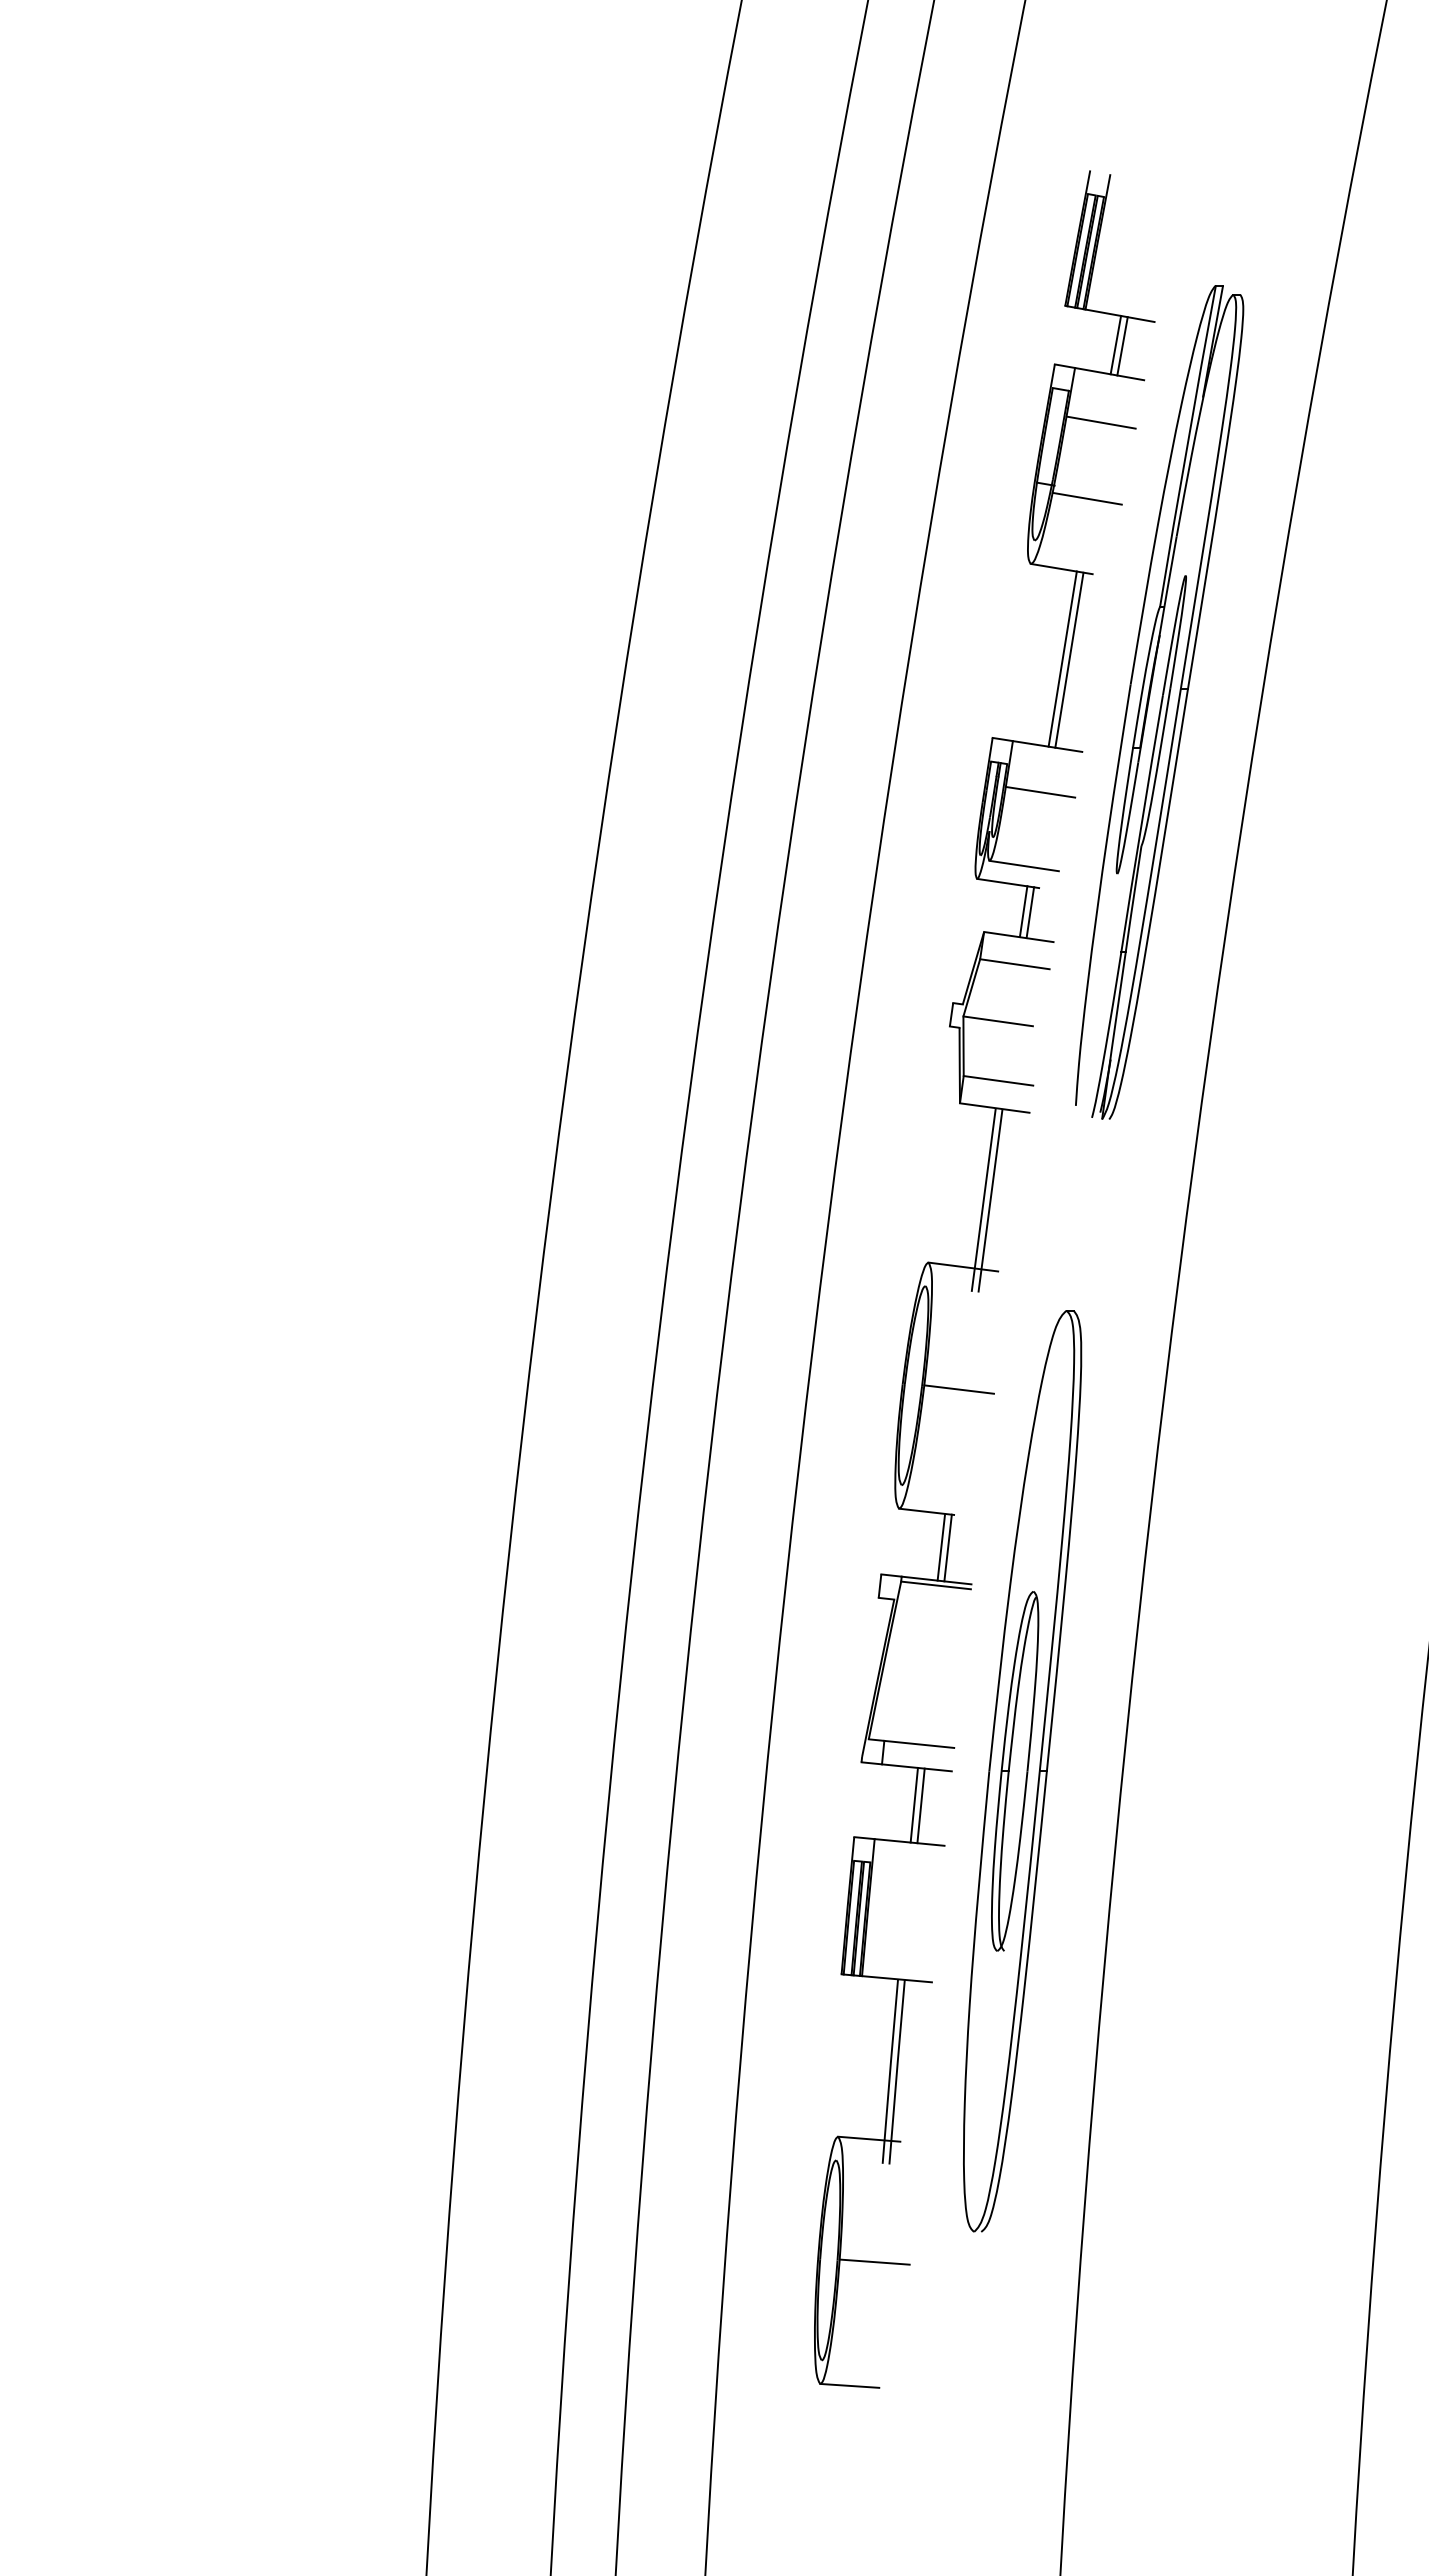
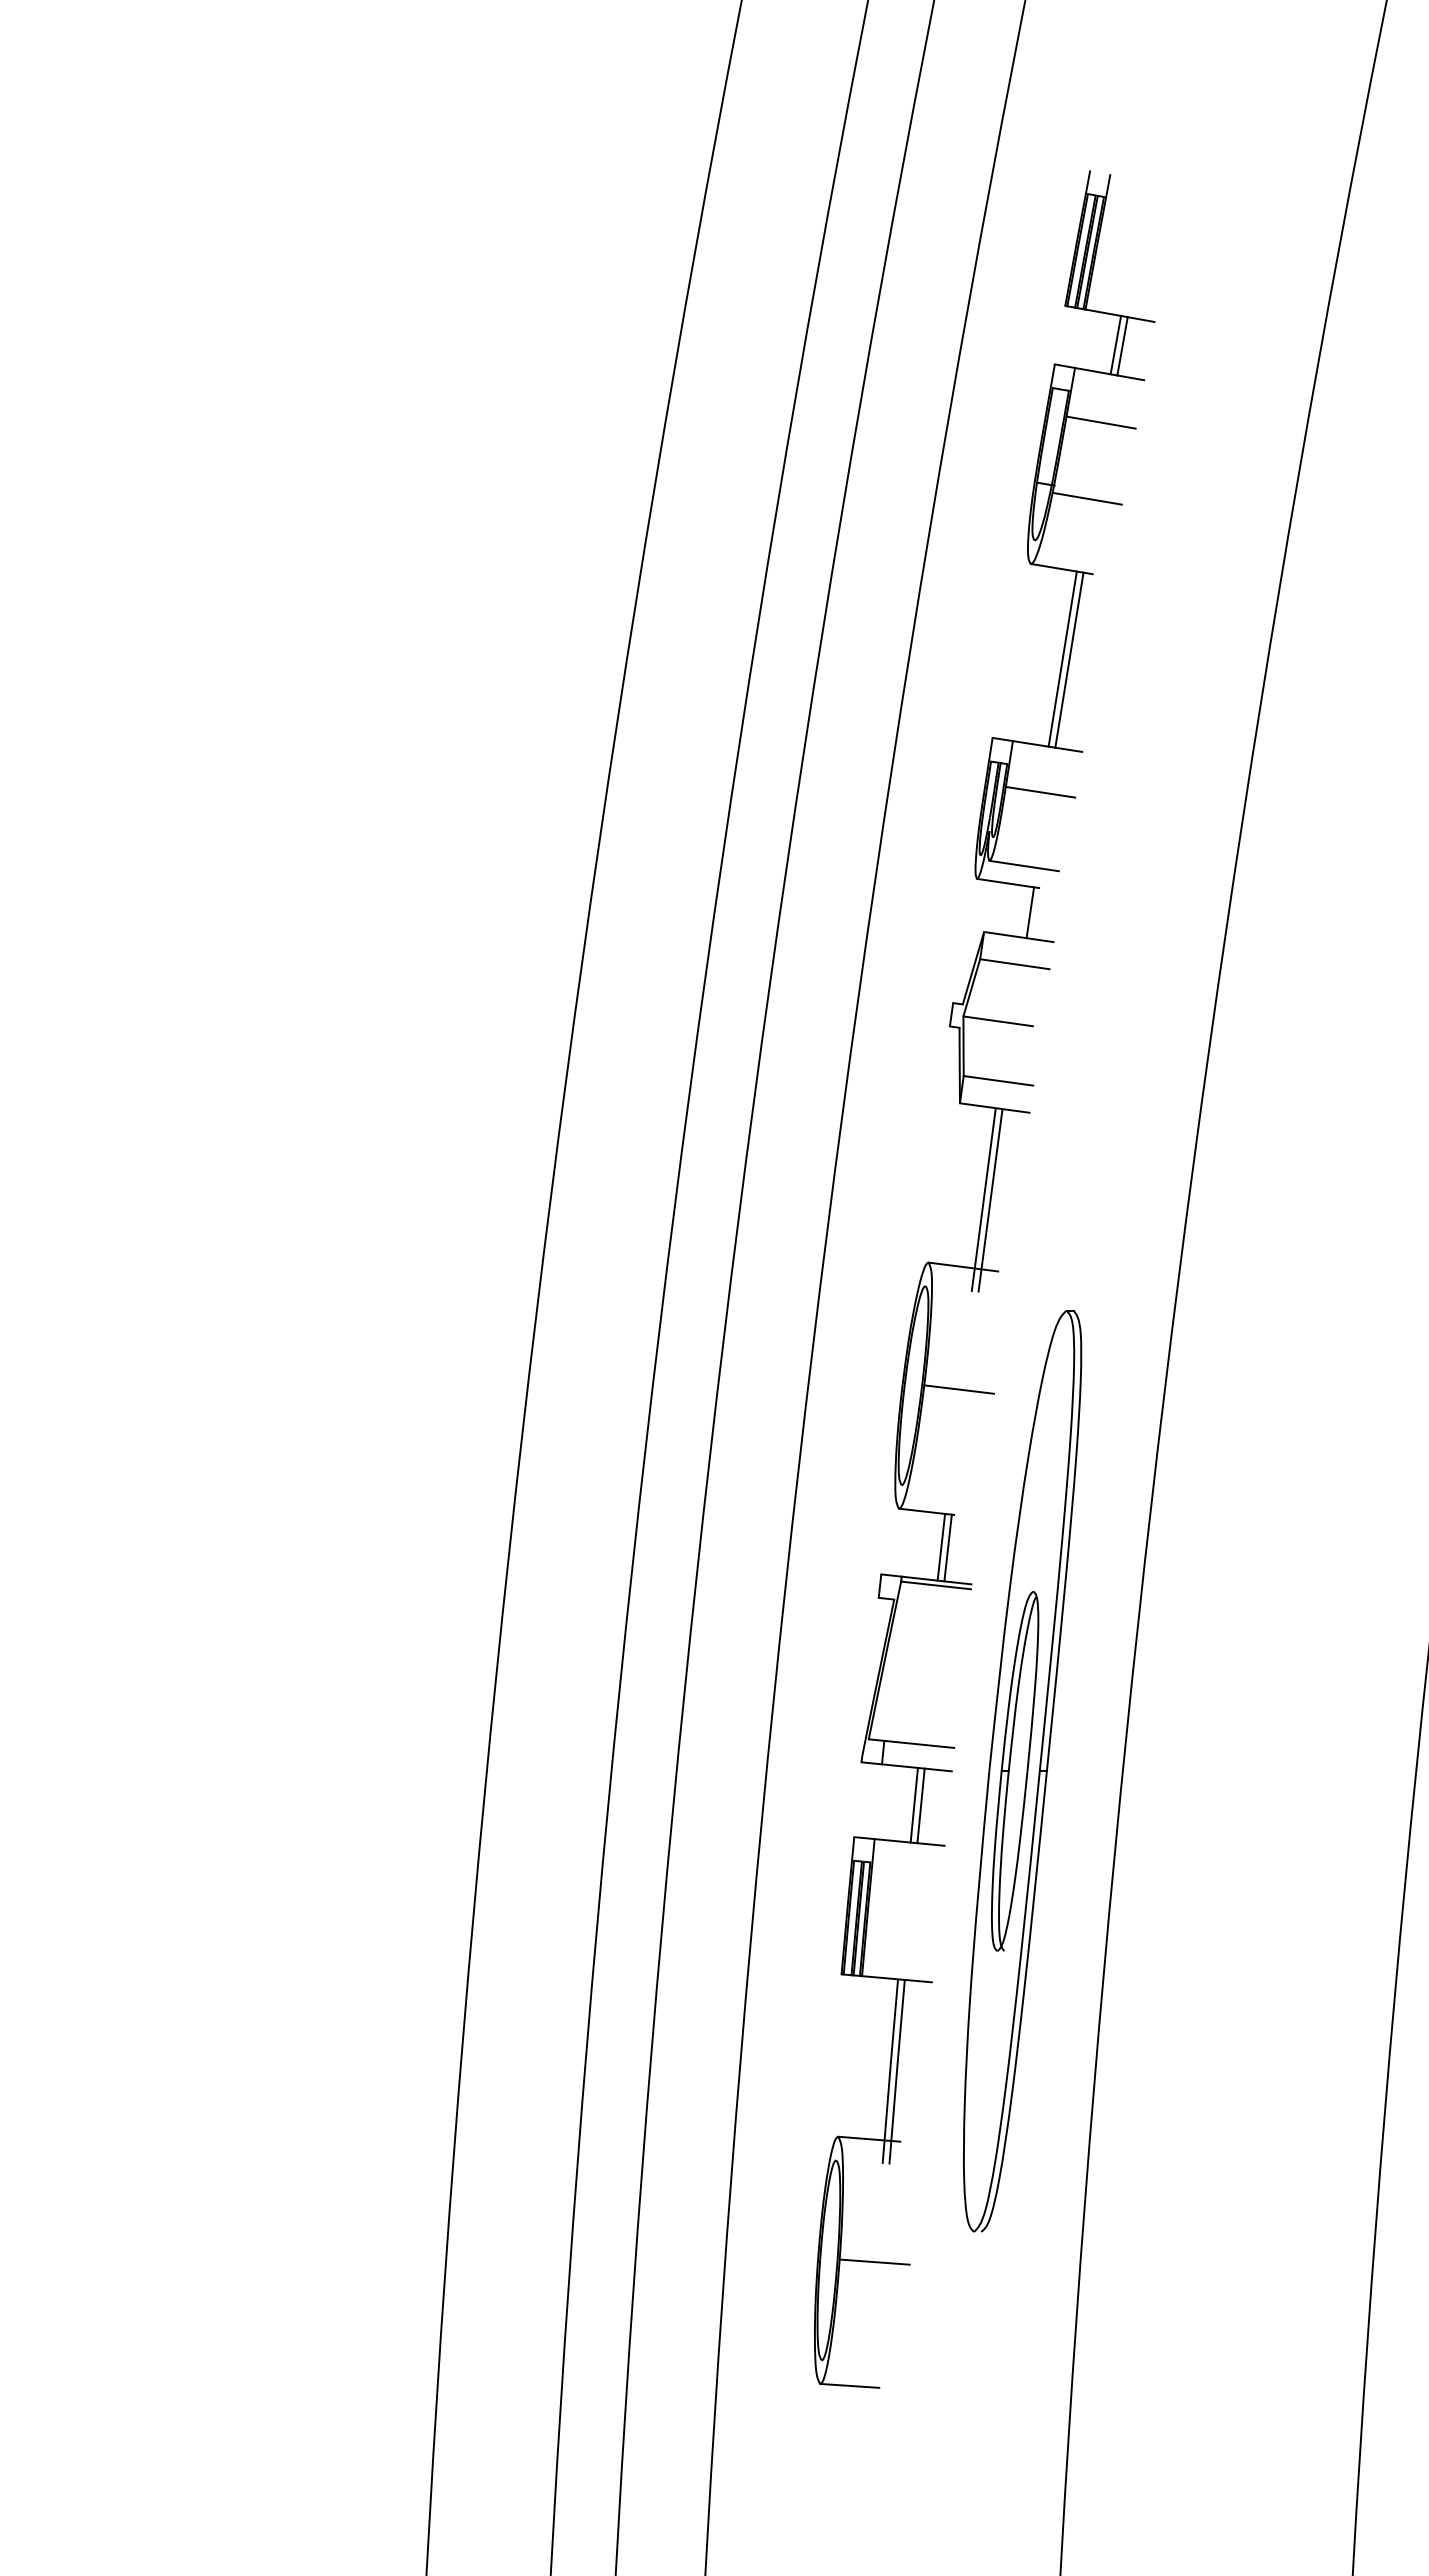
part at (1159, 702): present -> none
line at (1023, 911): present -> none
